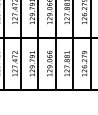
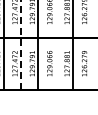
line at (21, 45): solid -> dashed
line at (55, 45): present -> none
line at (90, 45): present -> none
